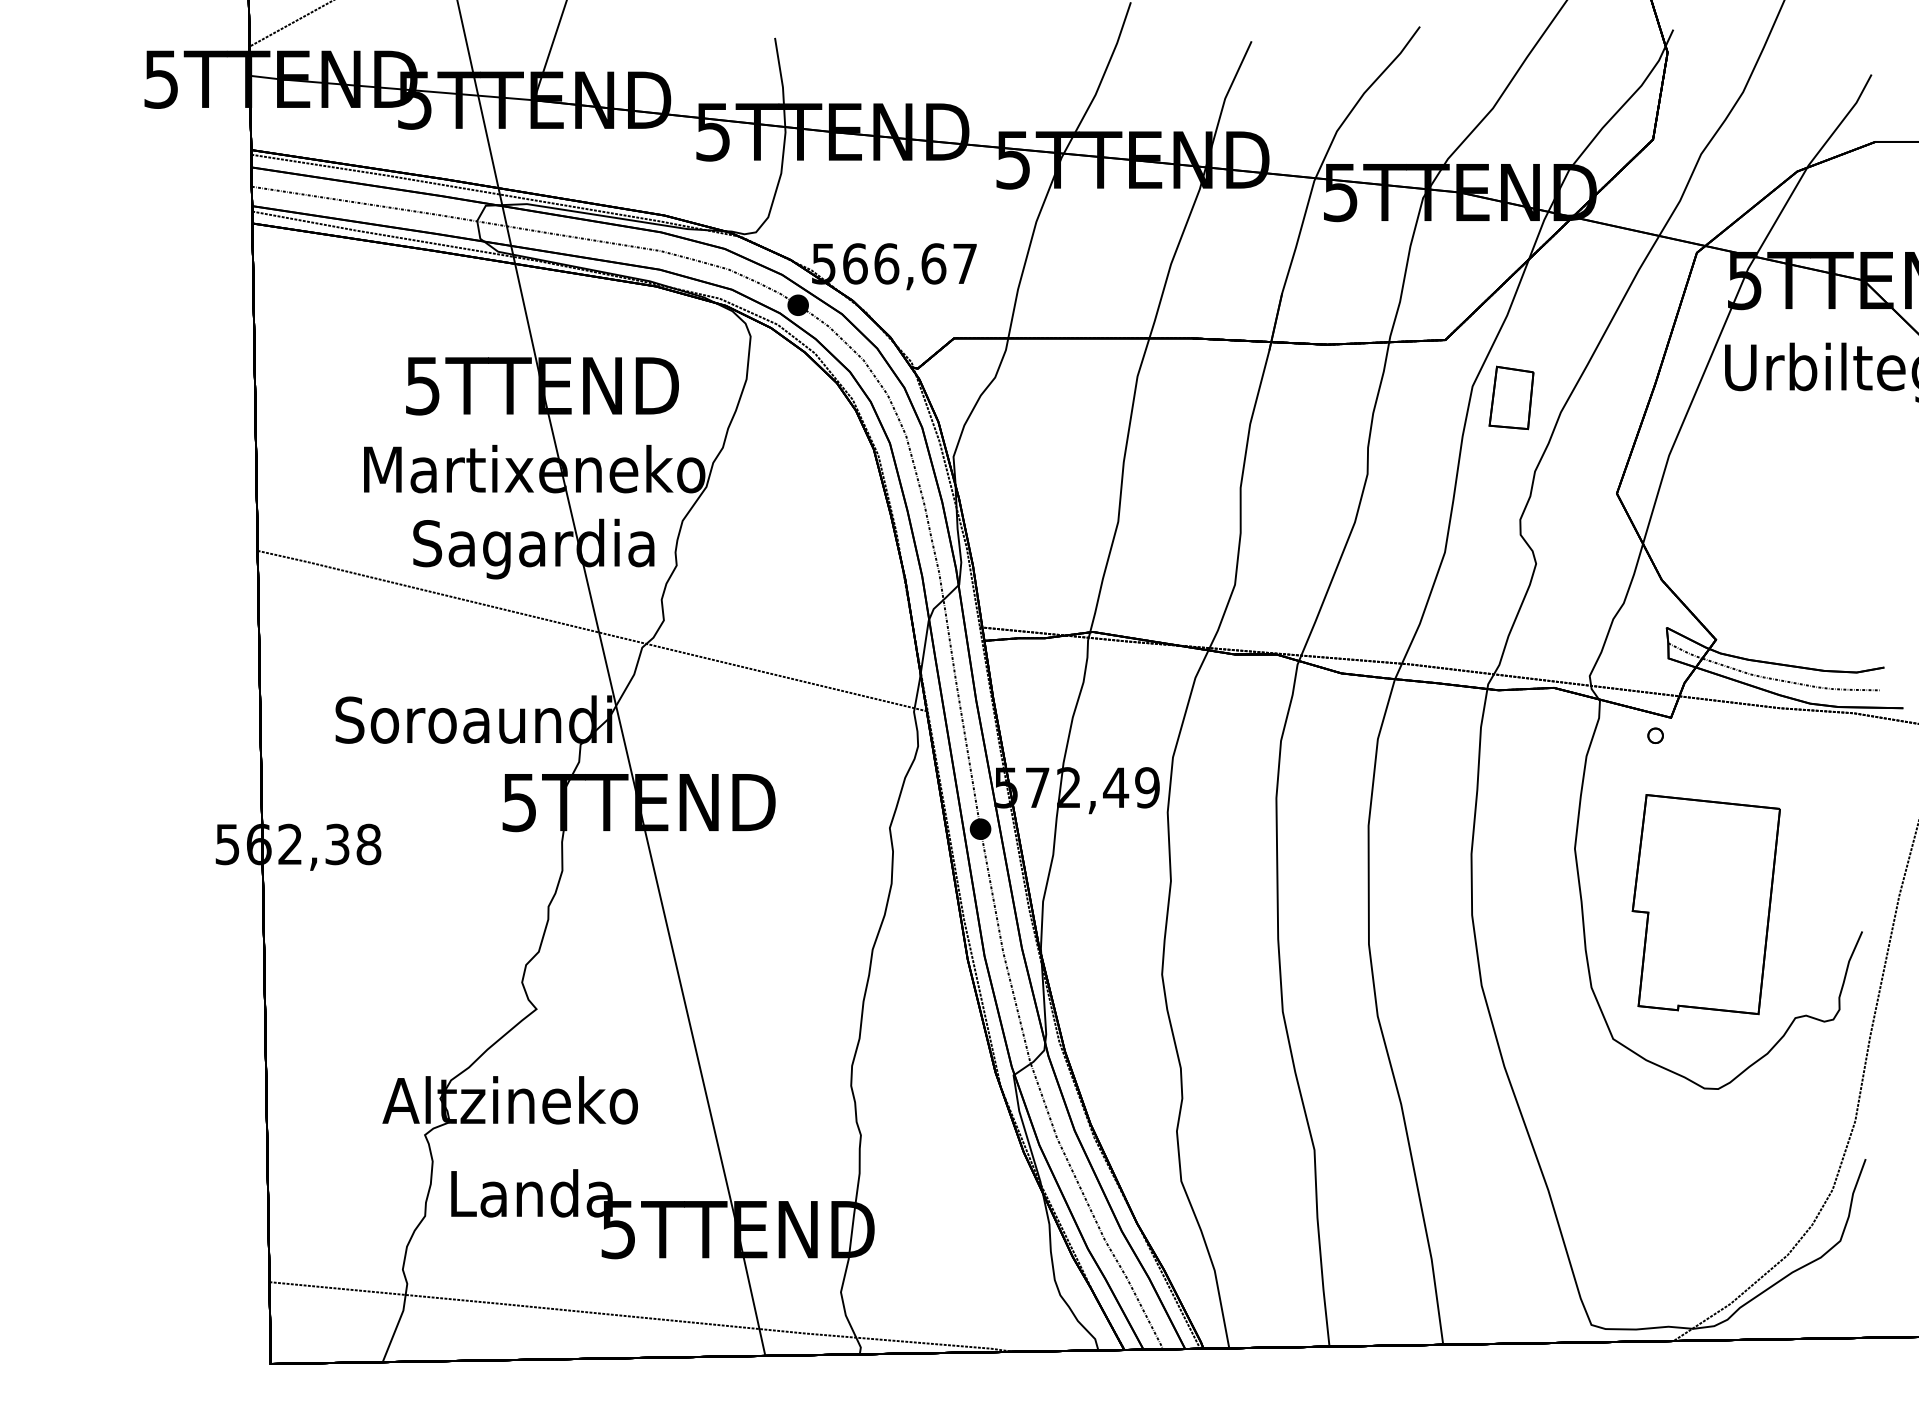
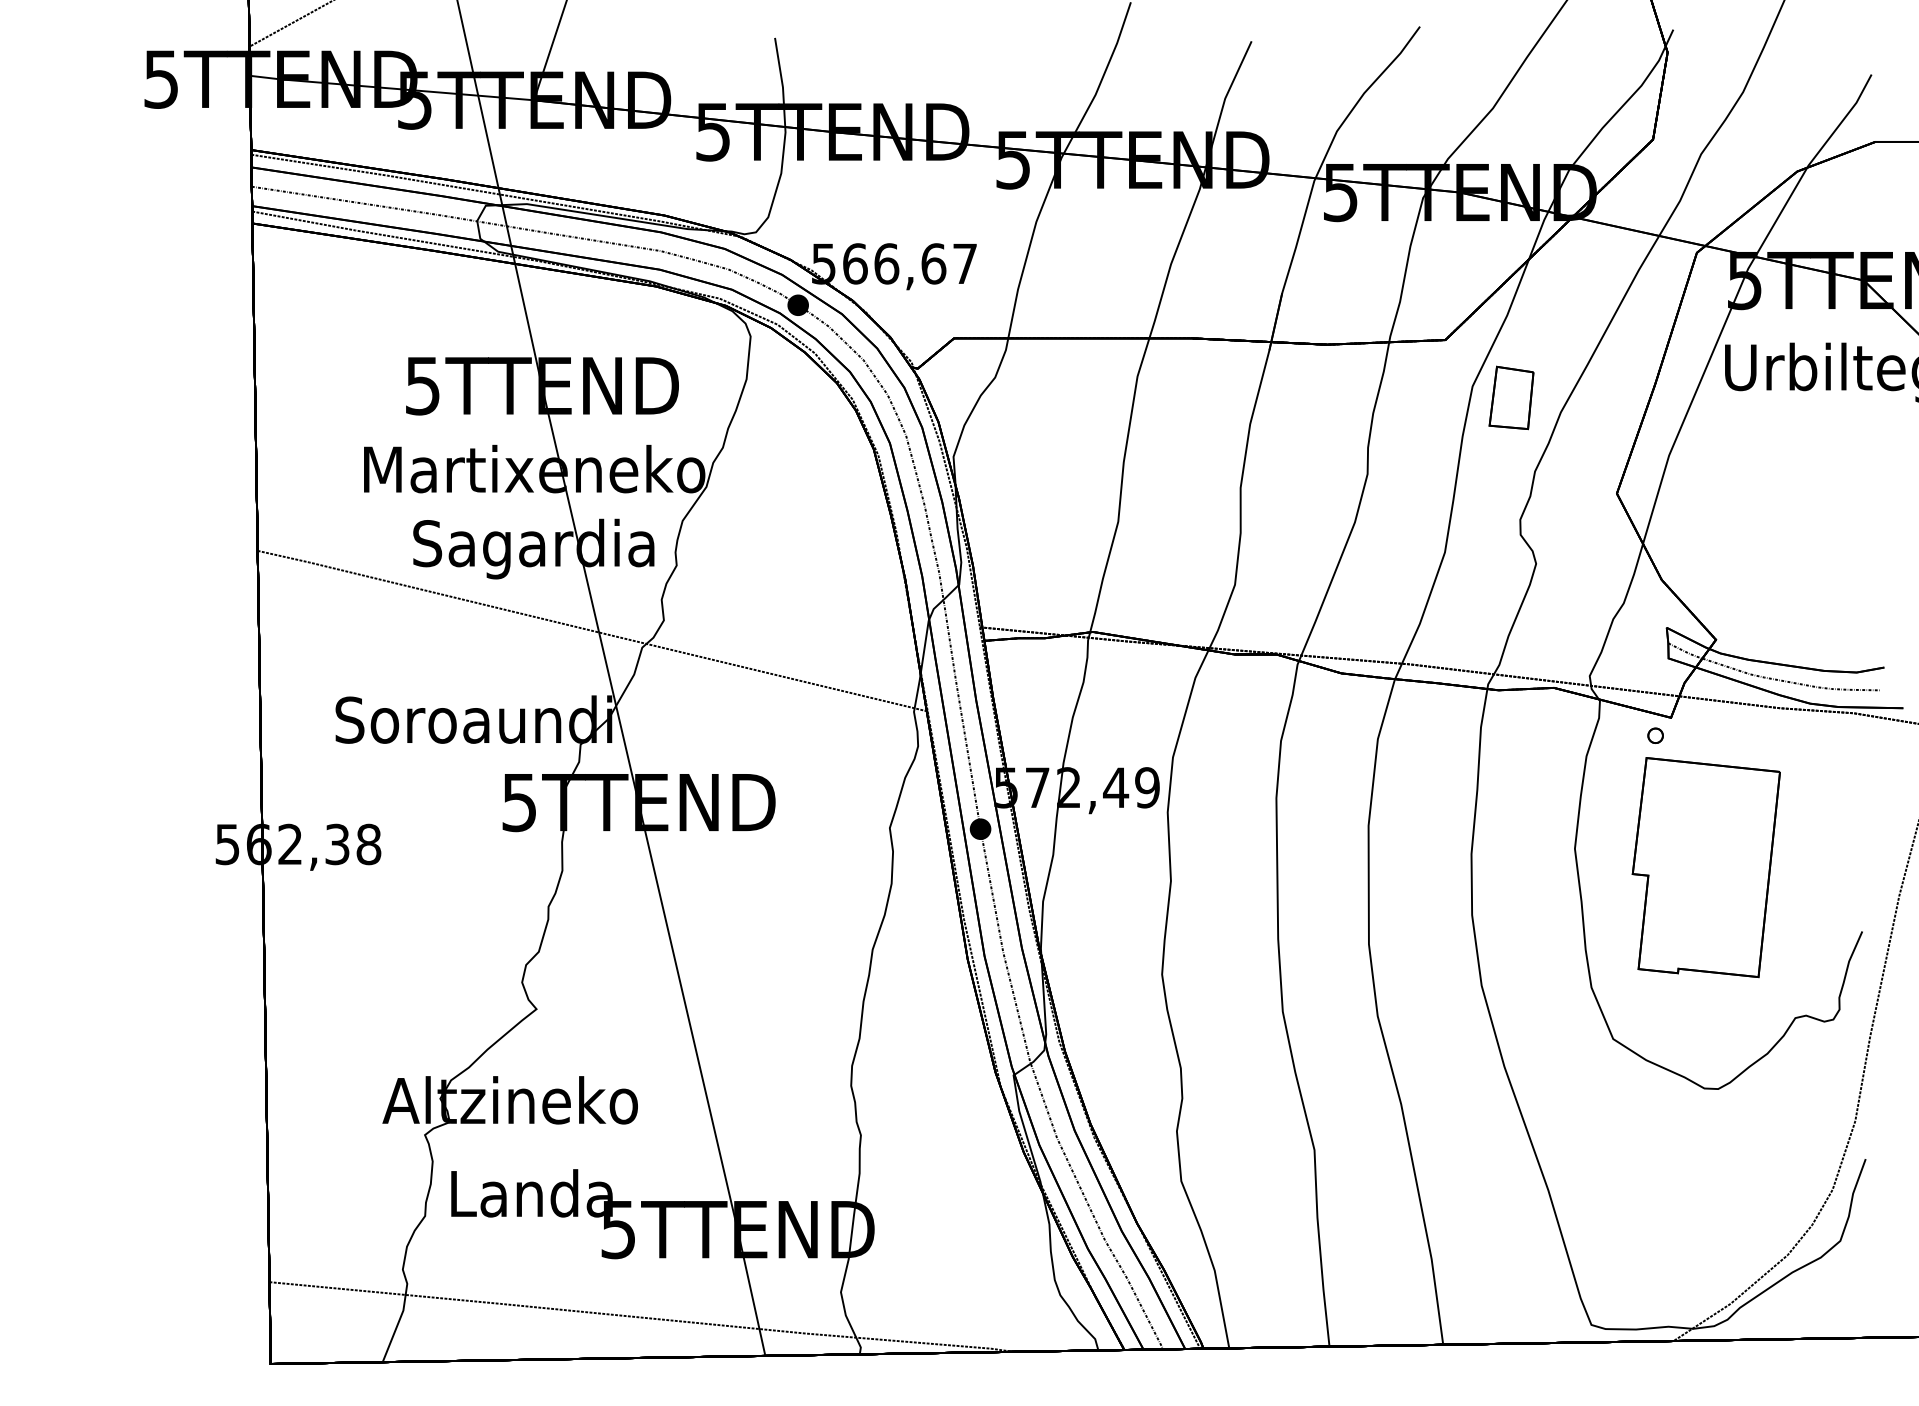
part at (1705, 904) position: (1705, 904) -> (1705, 867)
